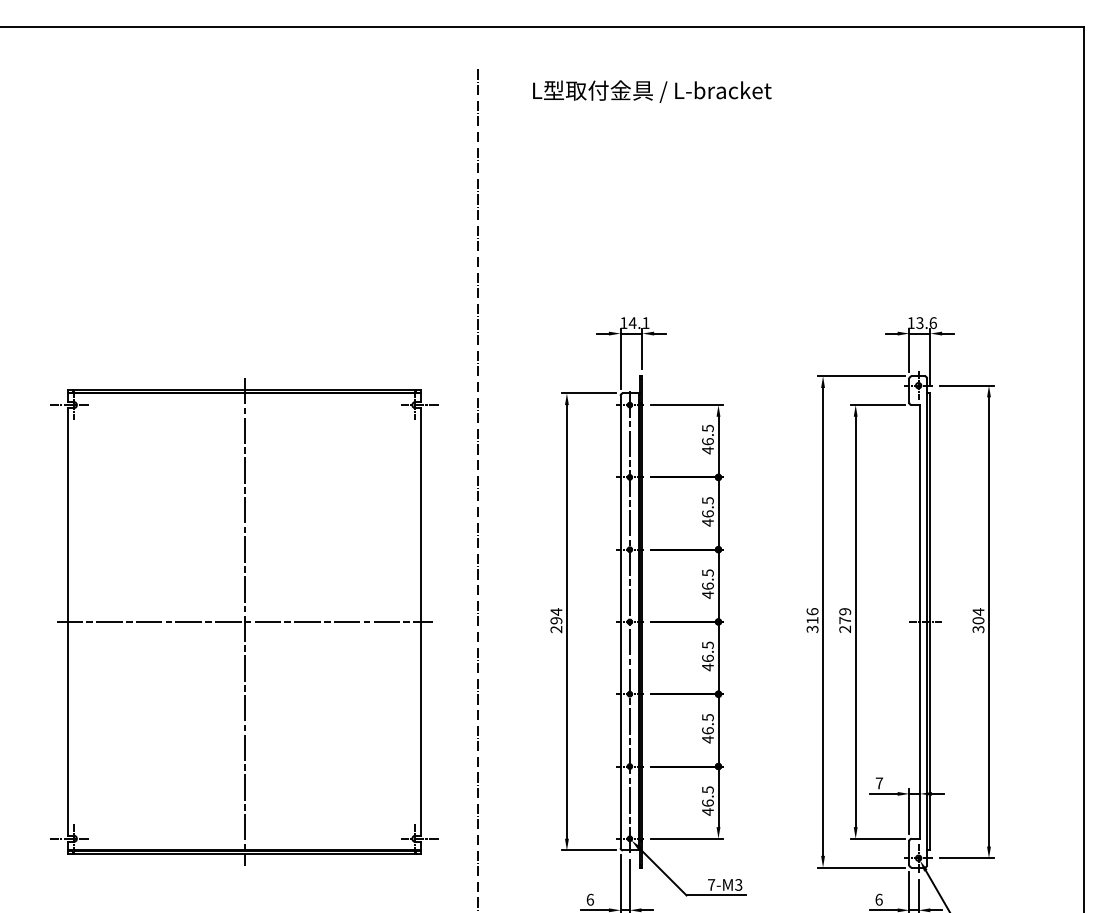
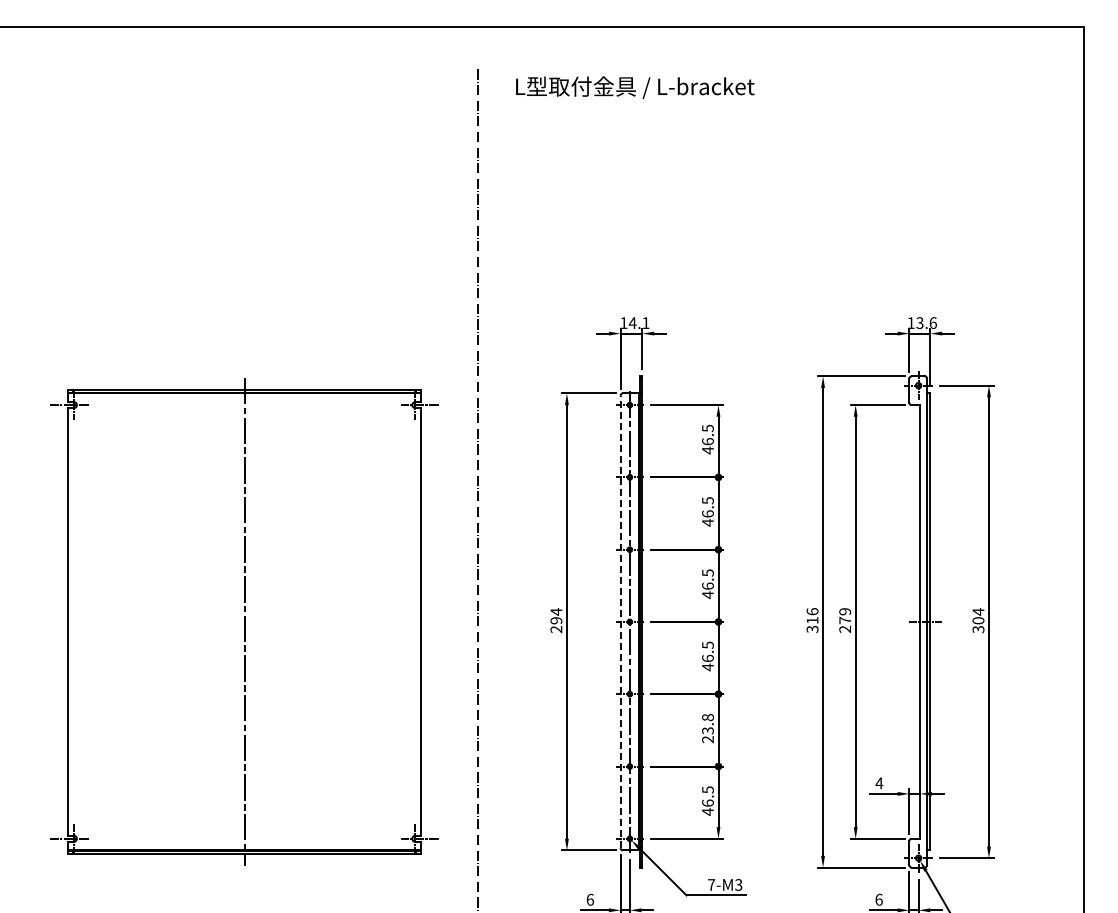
text at (652, 91) position: (652, 91) -> (635, 87)
line at (244, 621): present -> none
line at (620, 621): solid -> dashed
text at (707, 728): 46.5 -> 23.8
text at (879, 783): 7 -> 4
